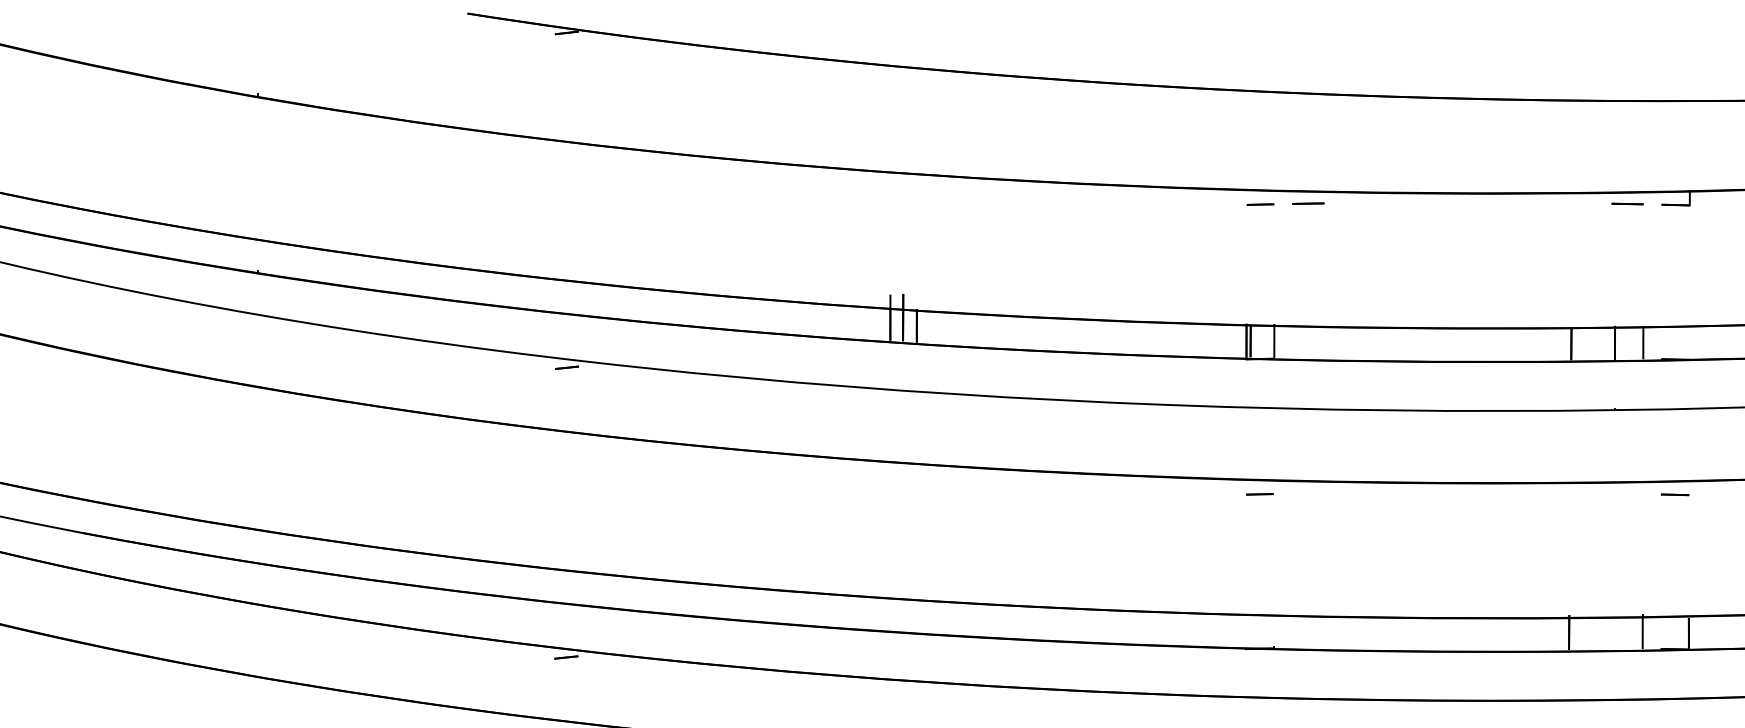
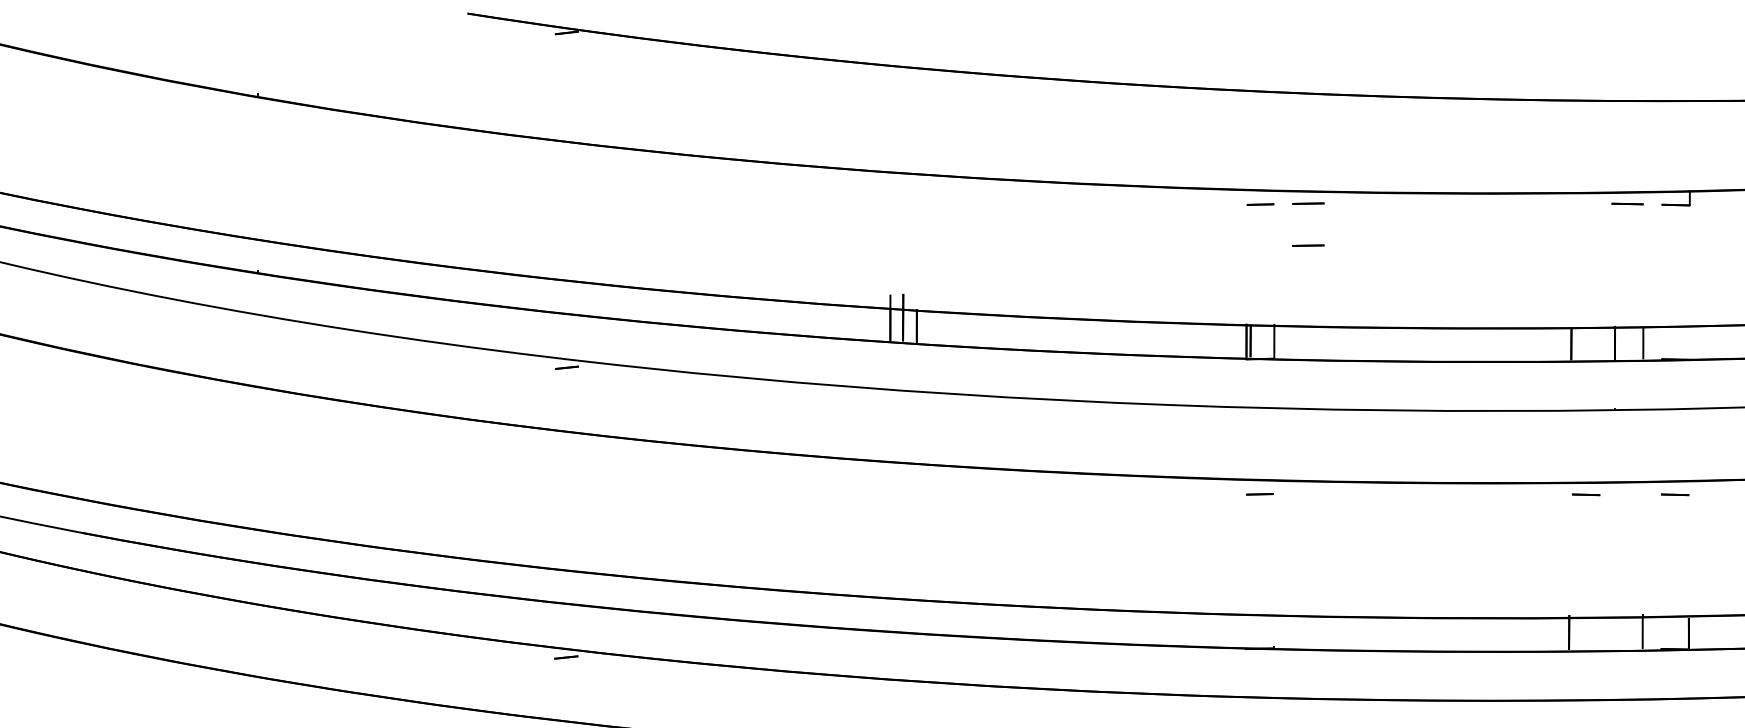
line at (1308, 245): none -> present
line at (1586, 494): none -> present
